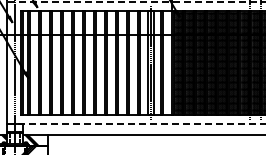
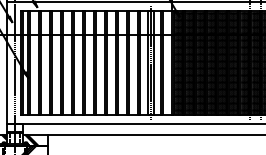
line at (135, 2): dashed -> solid
line at (136, 123): dashed -> solid
